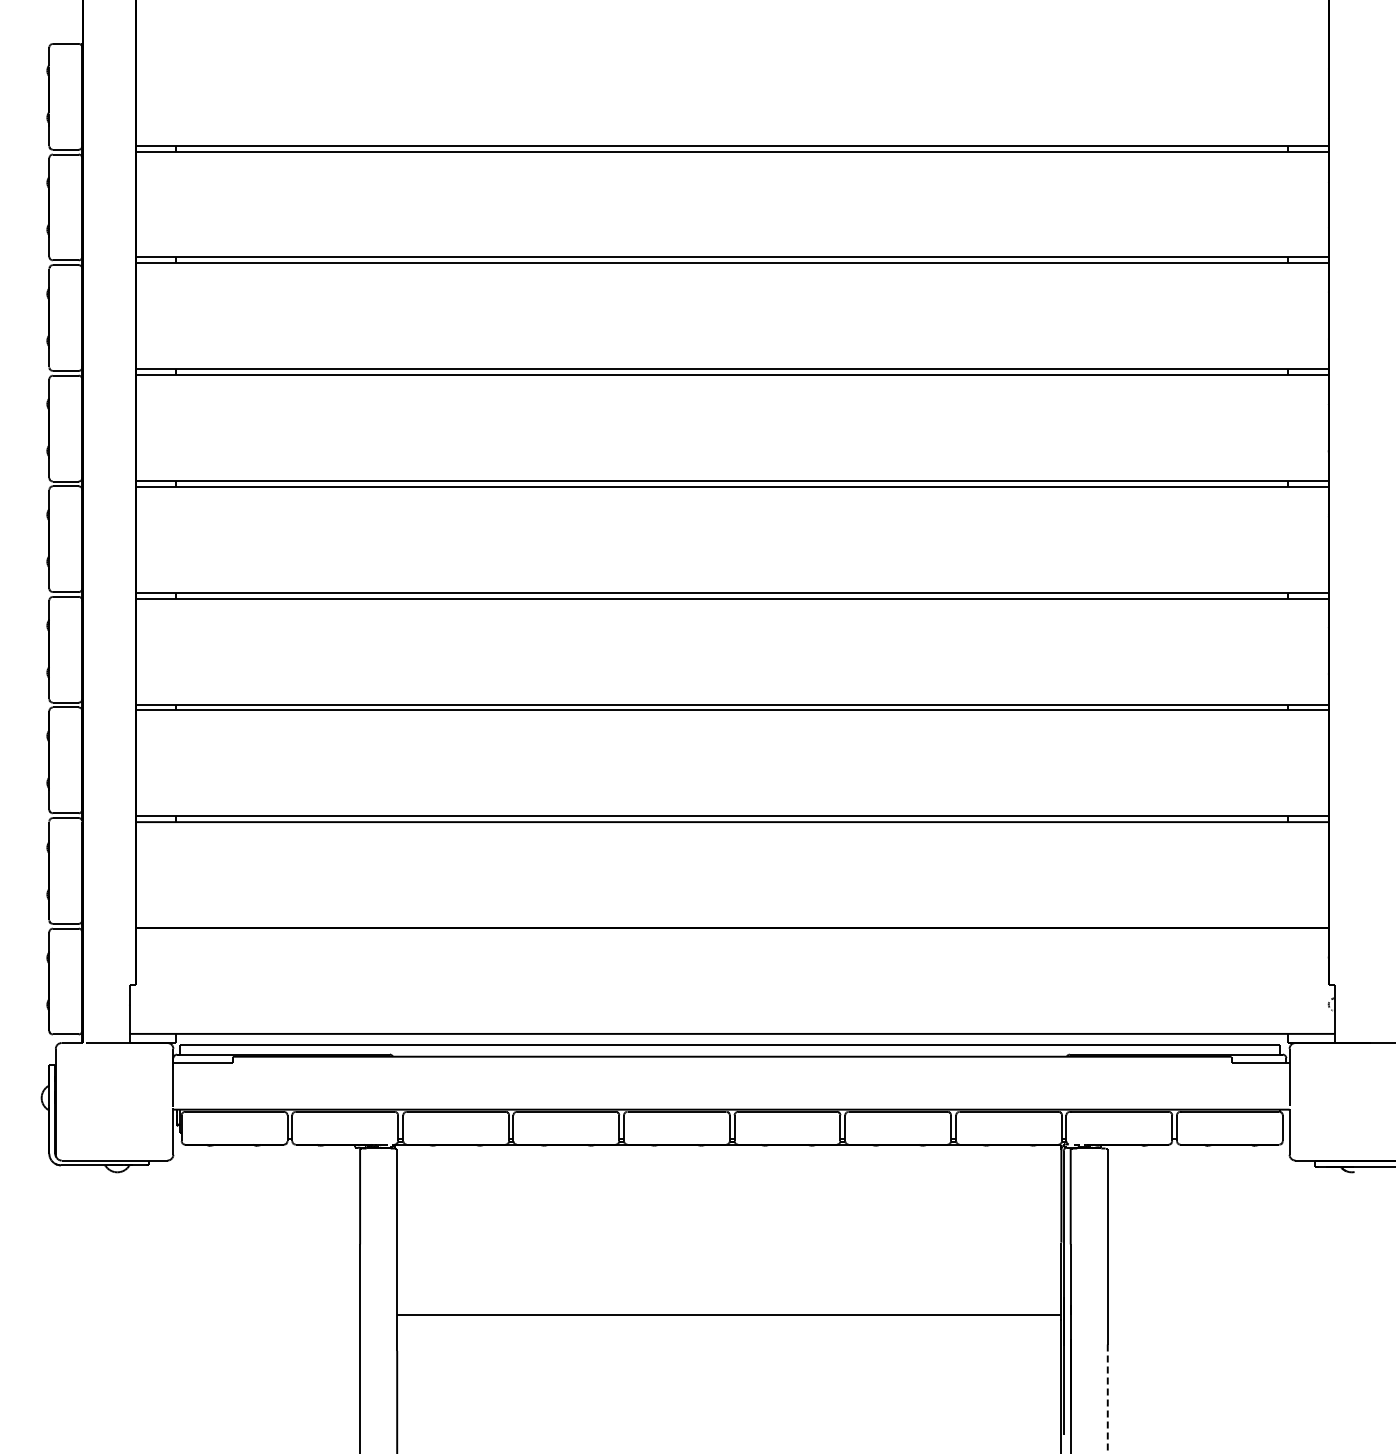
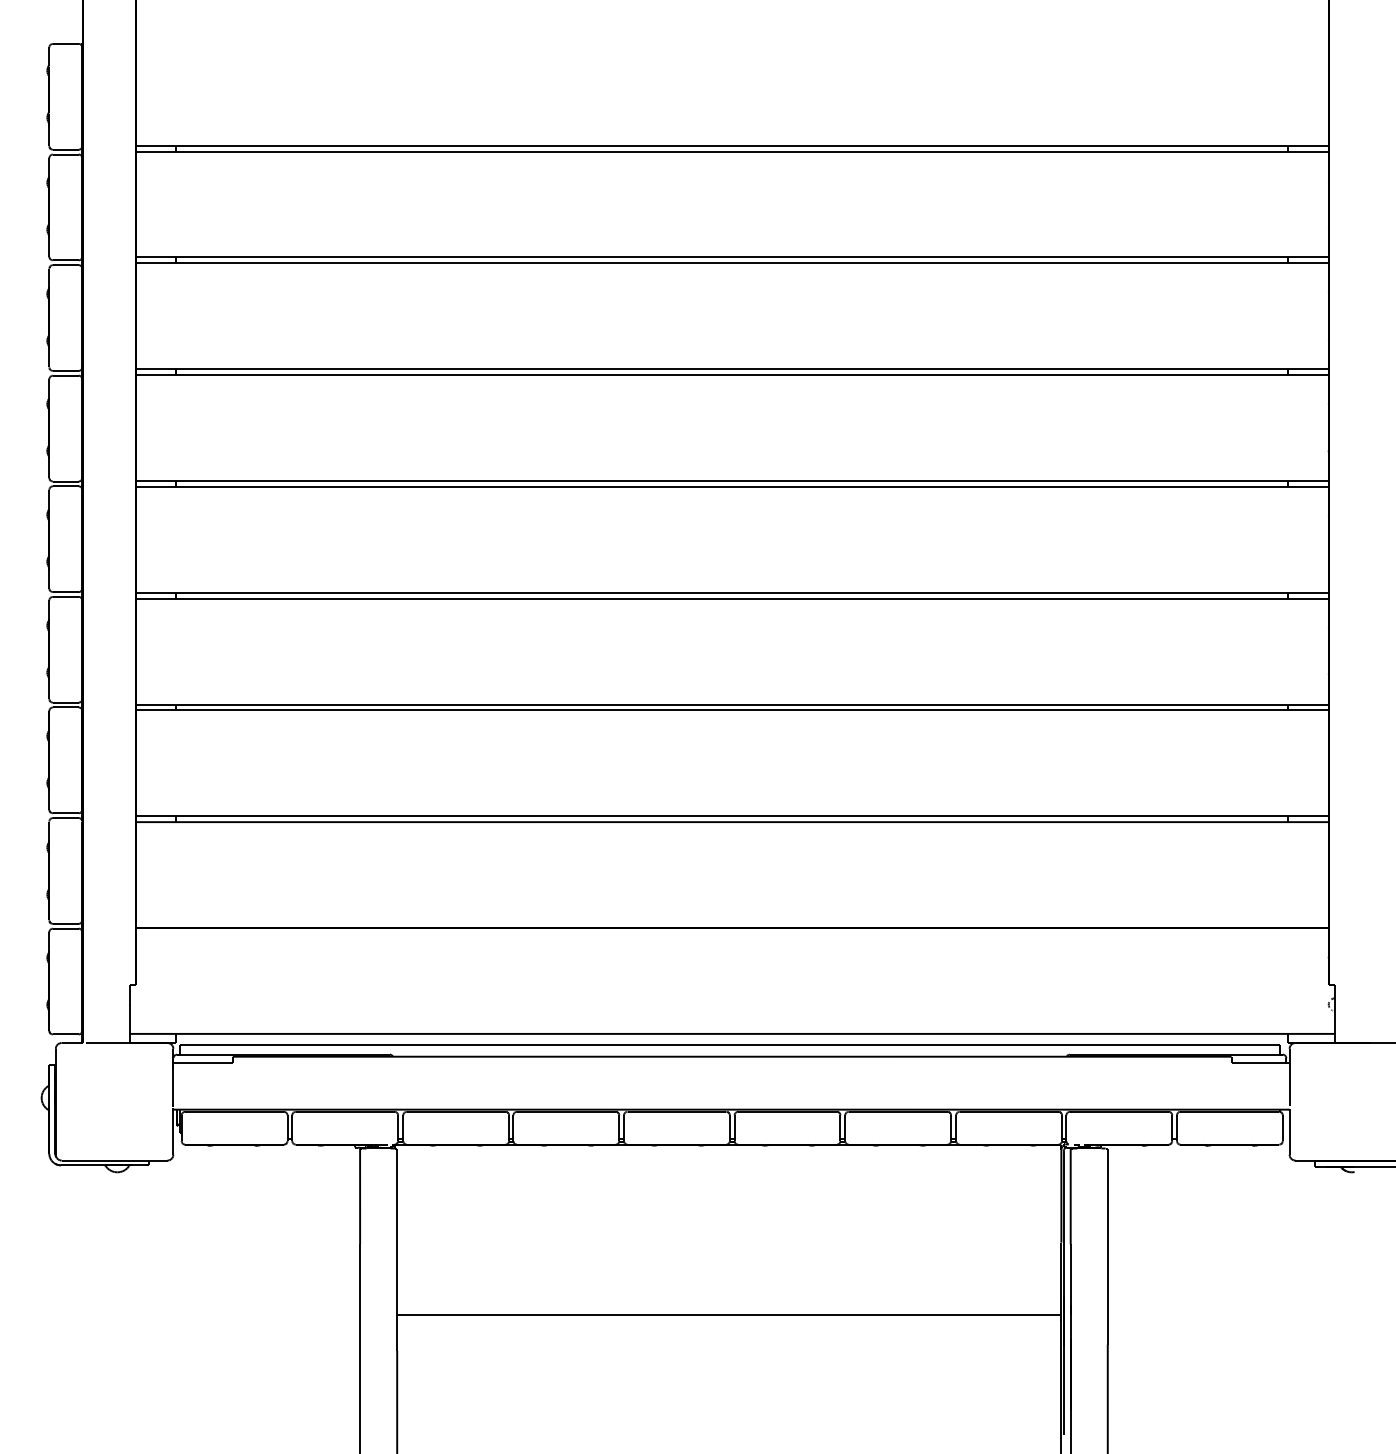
line at (1107, 1399): dashed -> solid
